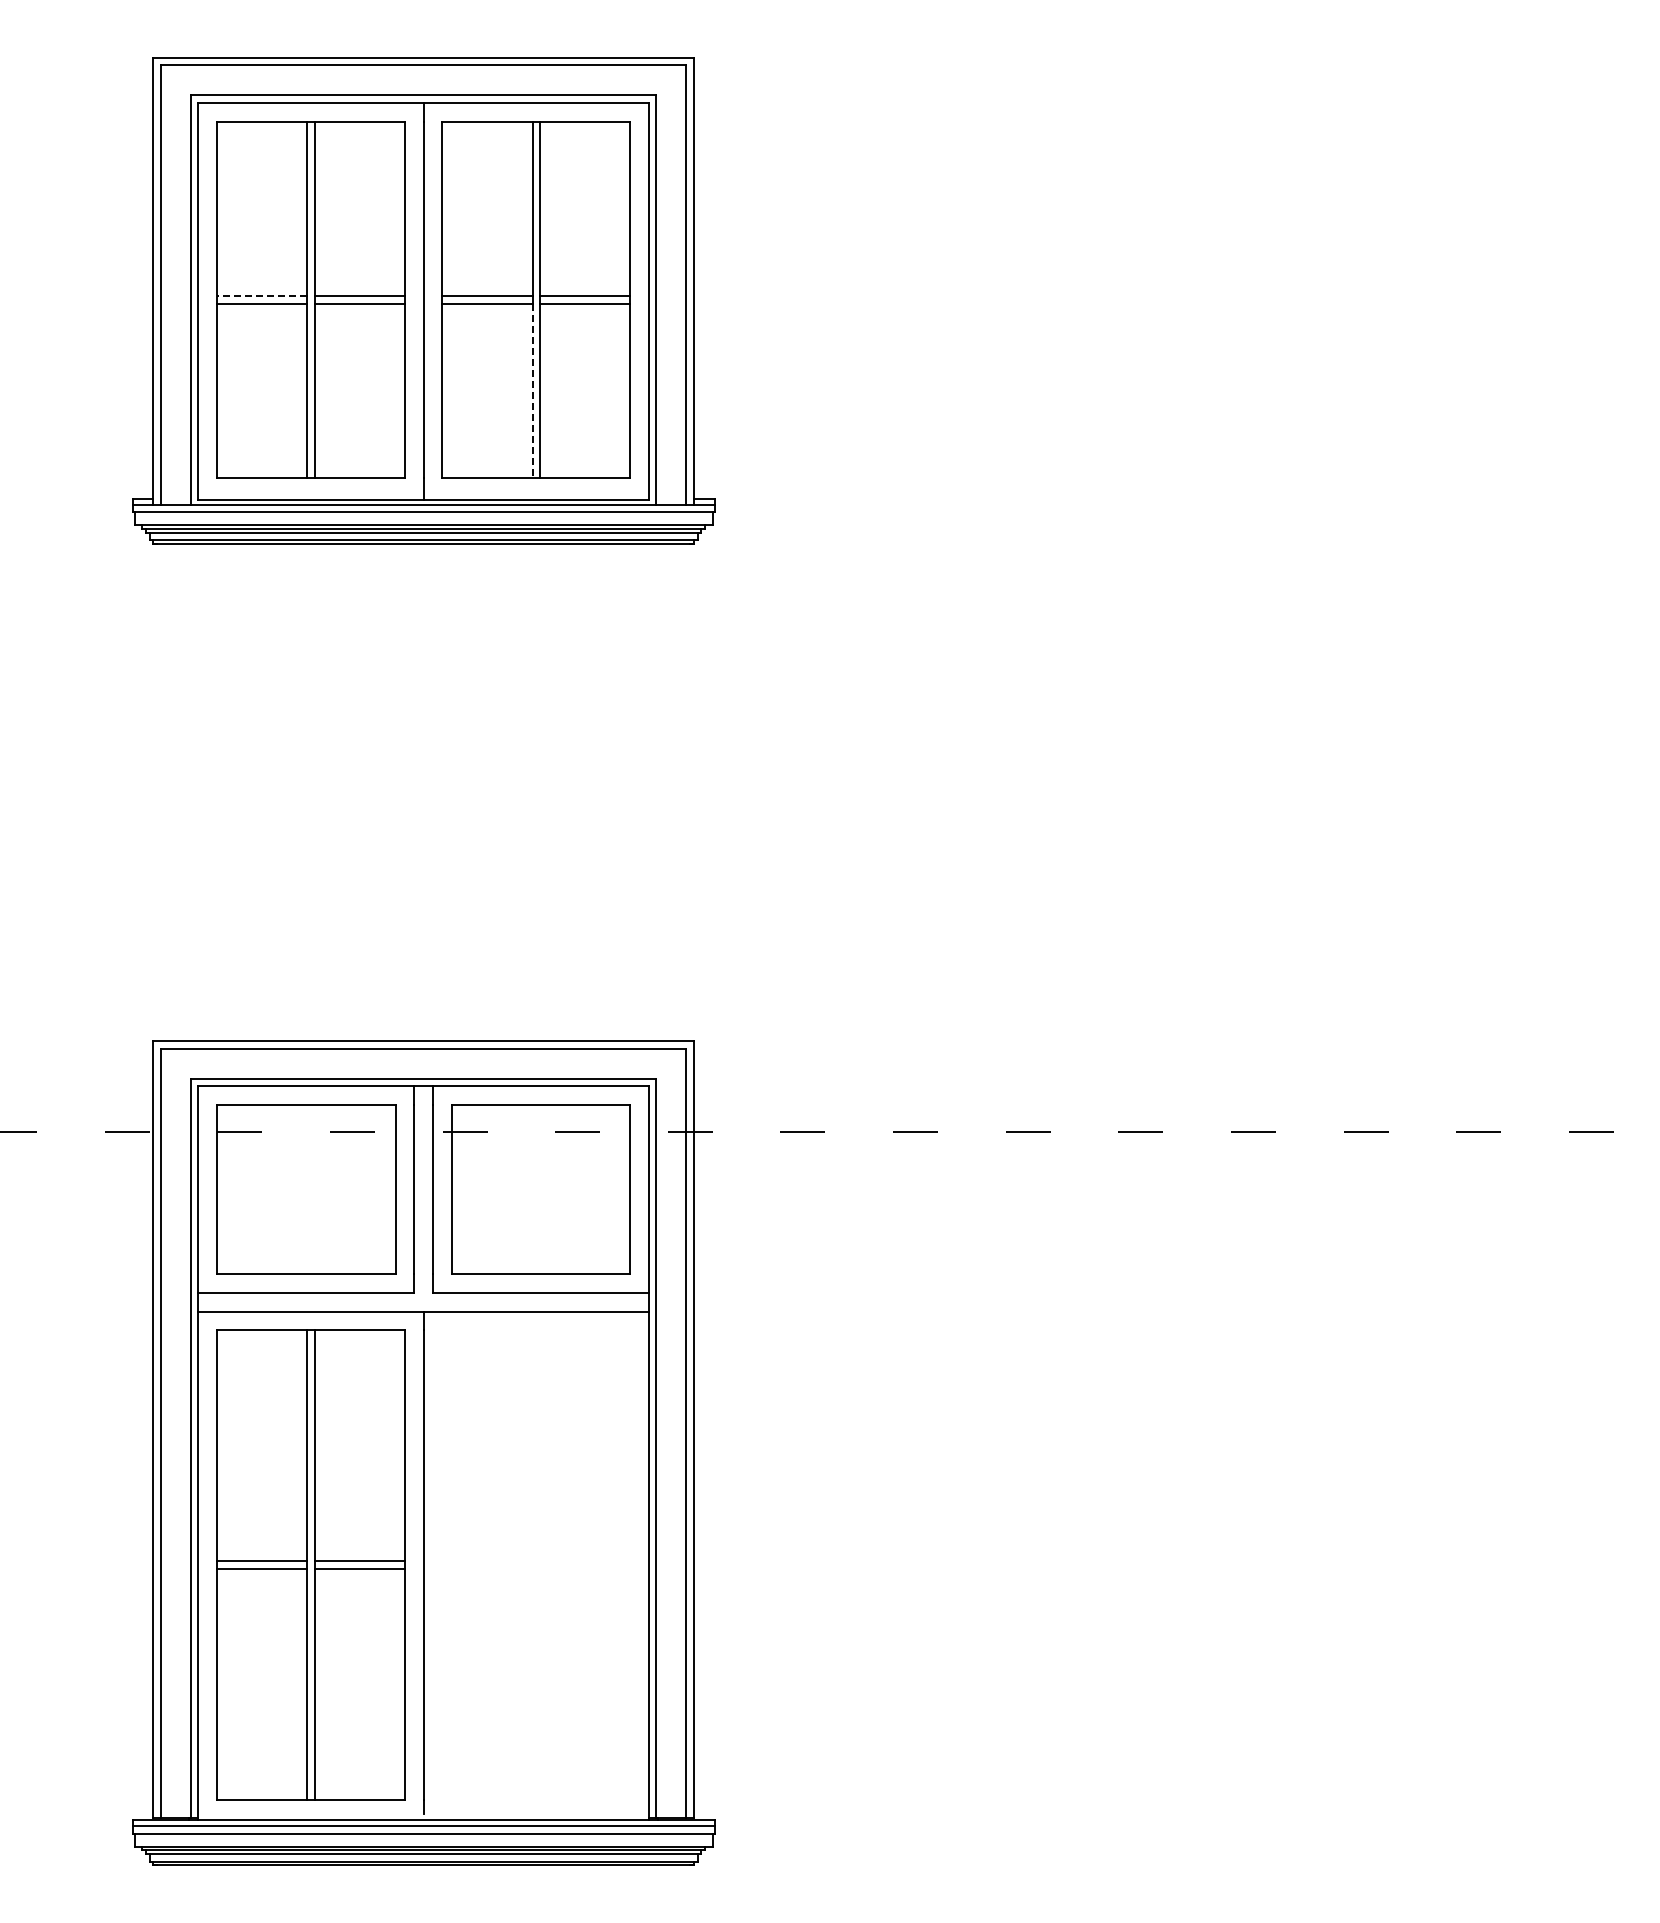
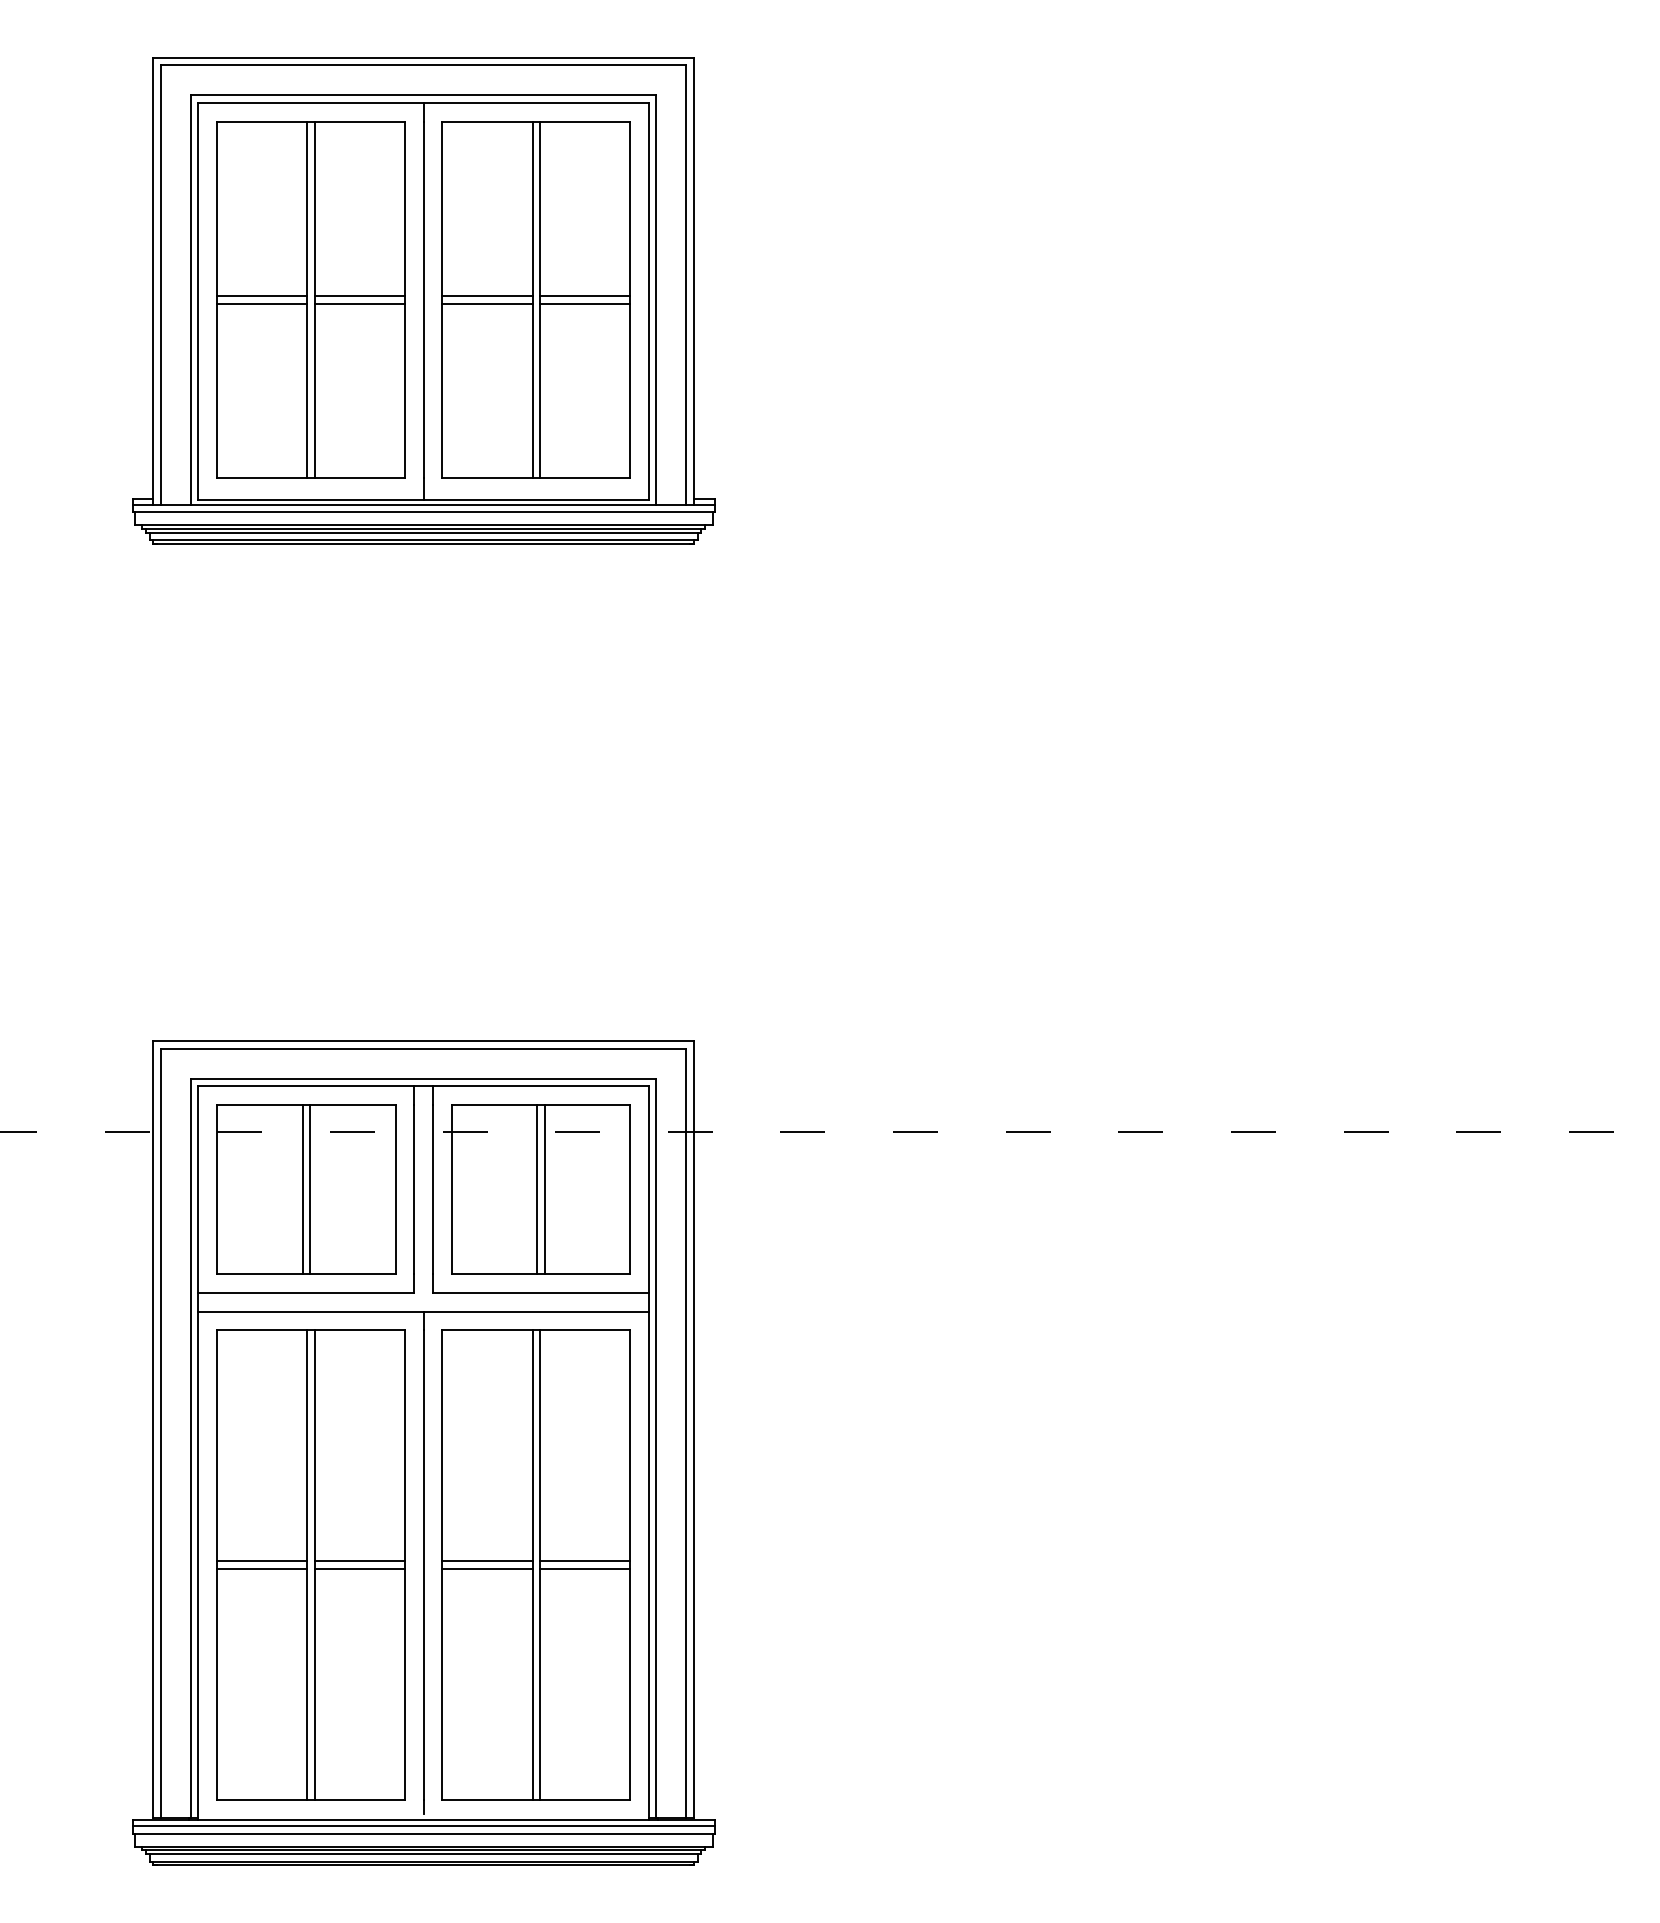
line at (261, 296): dashed -> solid
line at (532, 391): dashed -> solid
line at (302, 1189): none -> present
line at (310, 1189): none -> present
line at (537, 1189): none -> present
line at (544, 1189): none -> present
part at (535, 1564): none -> present
